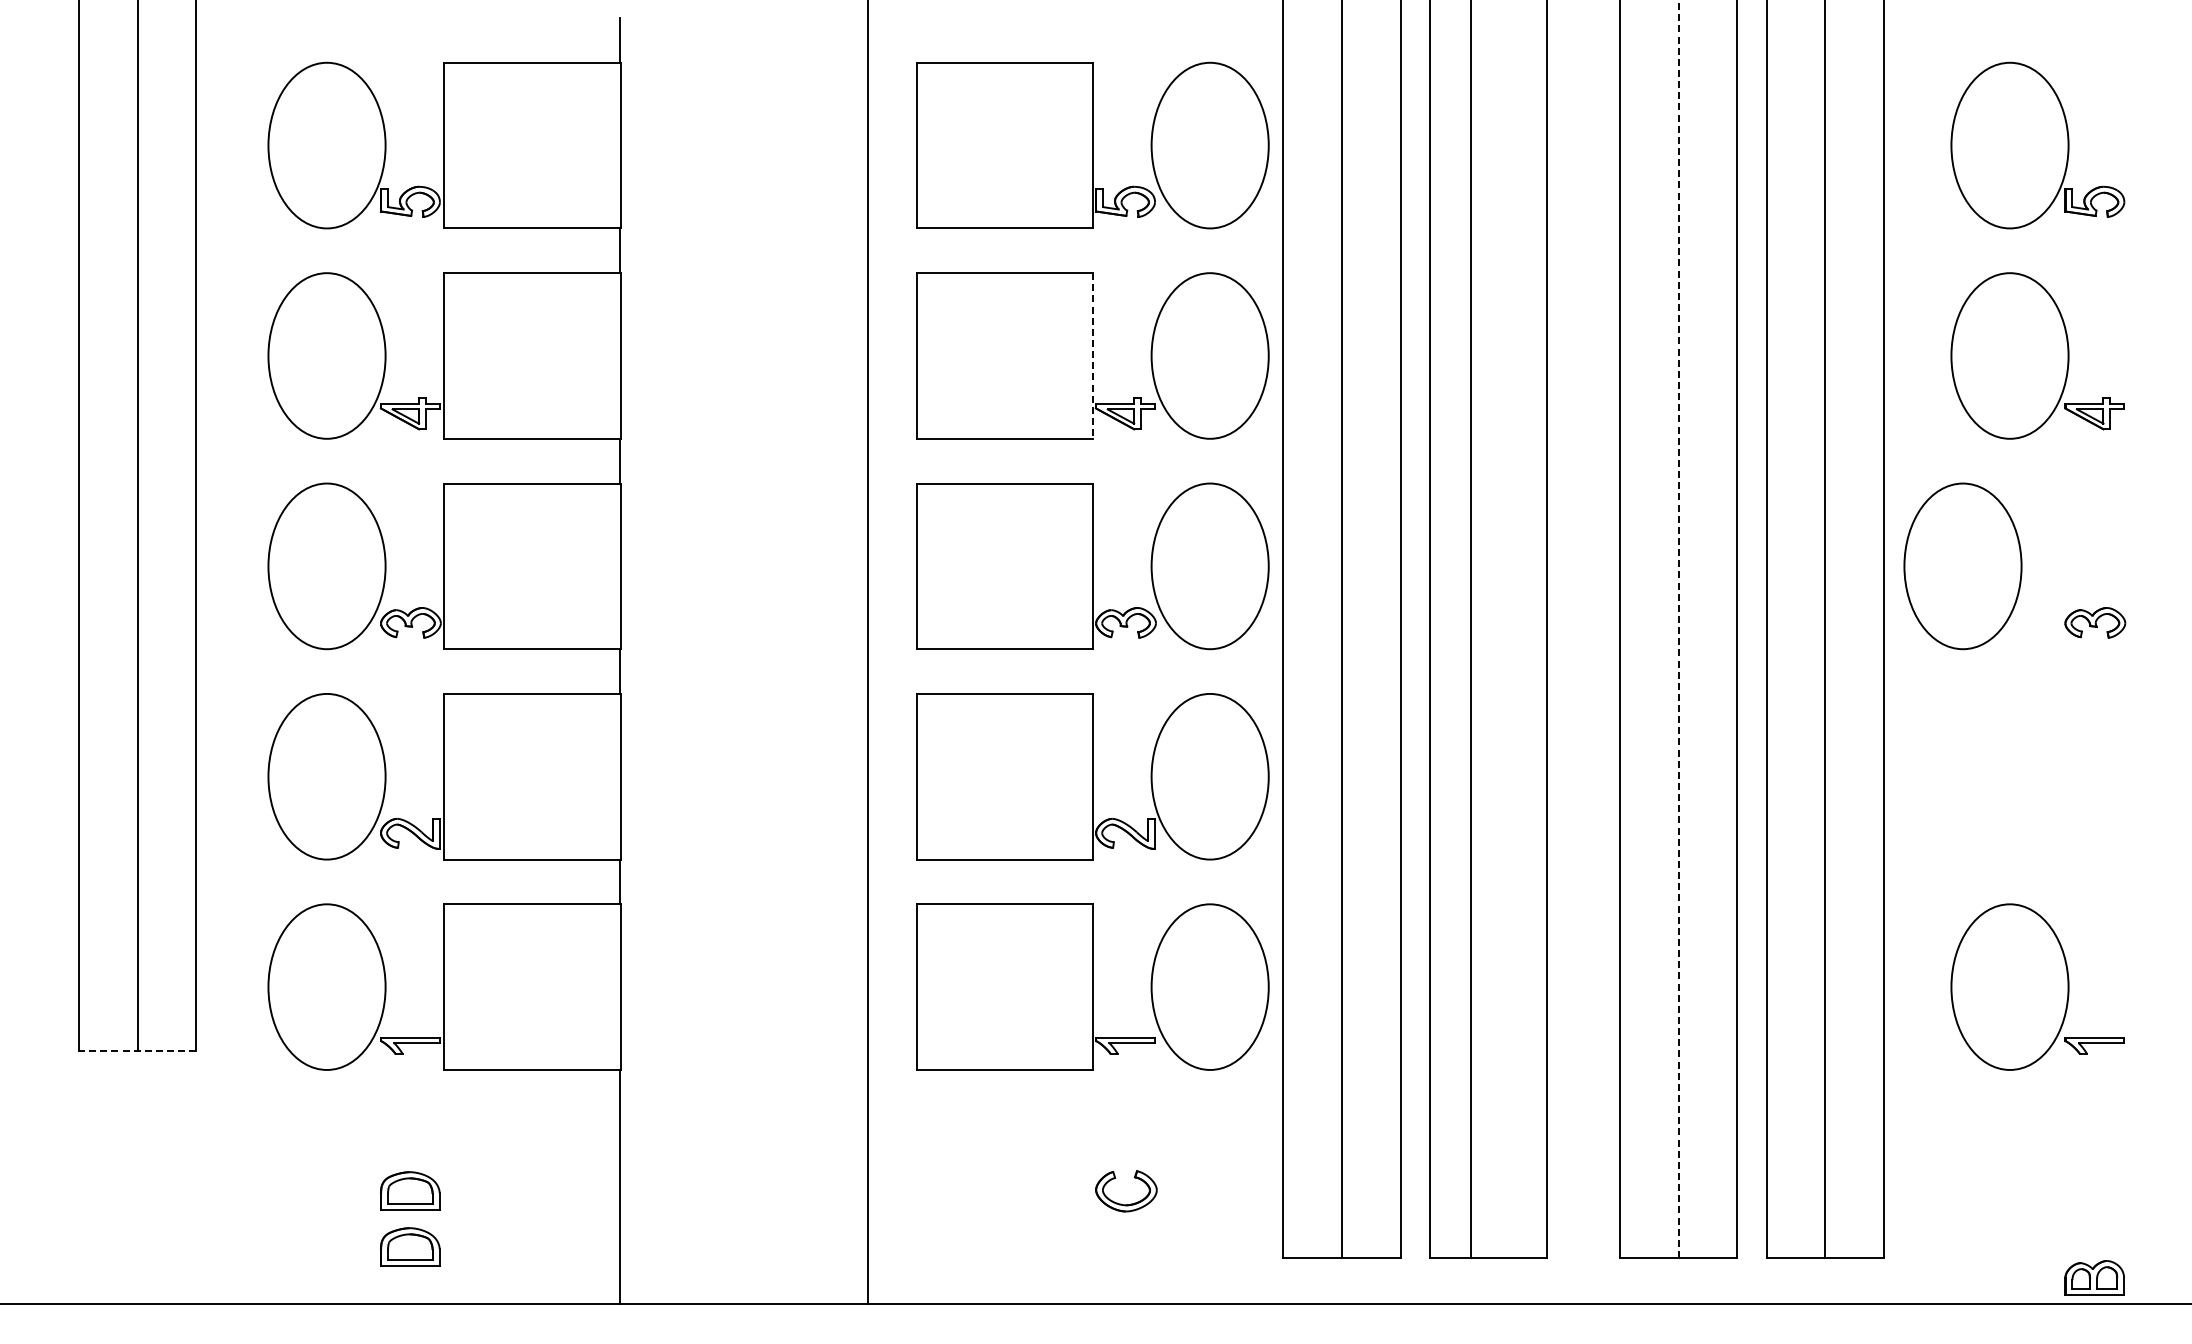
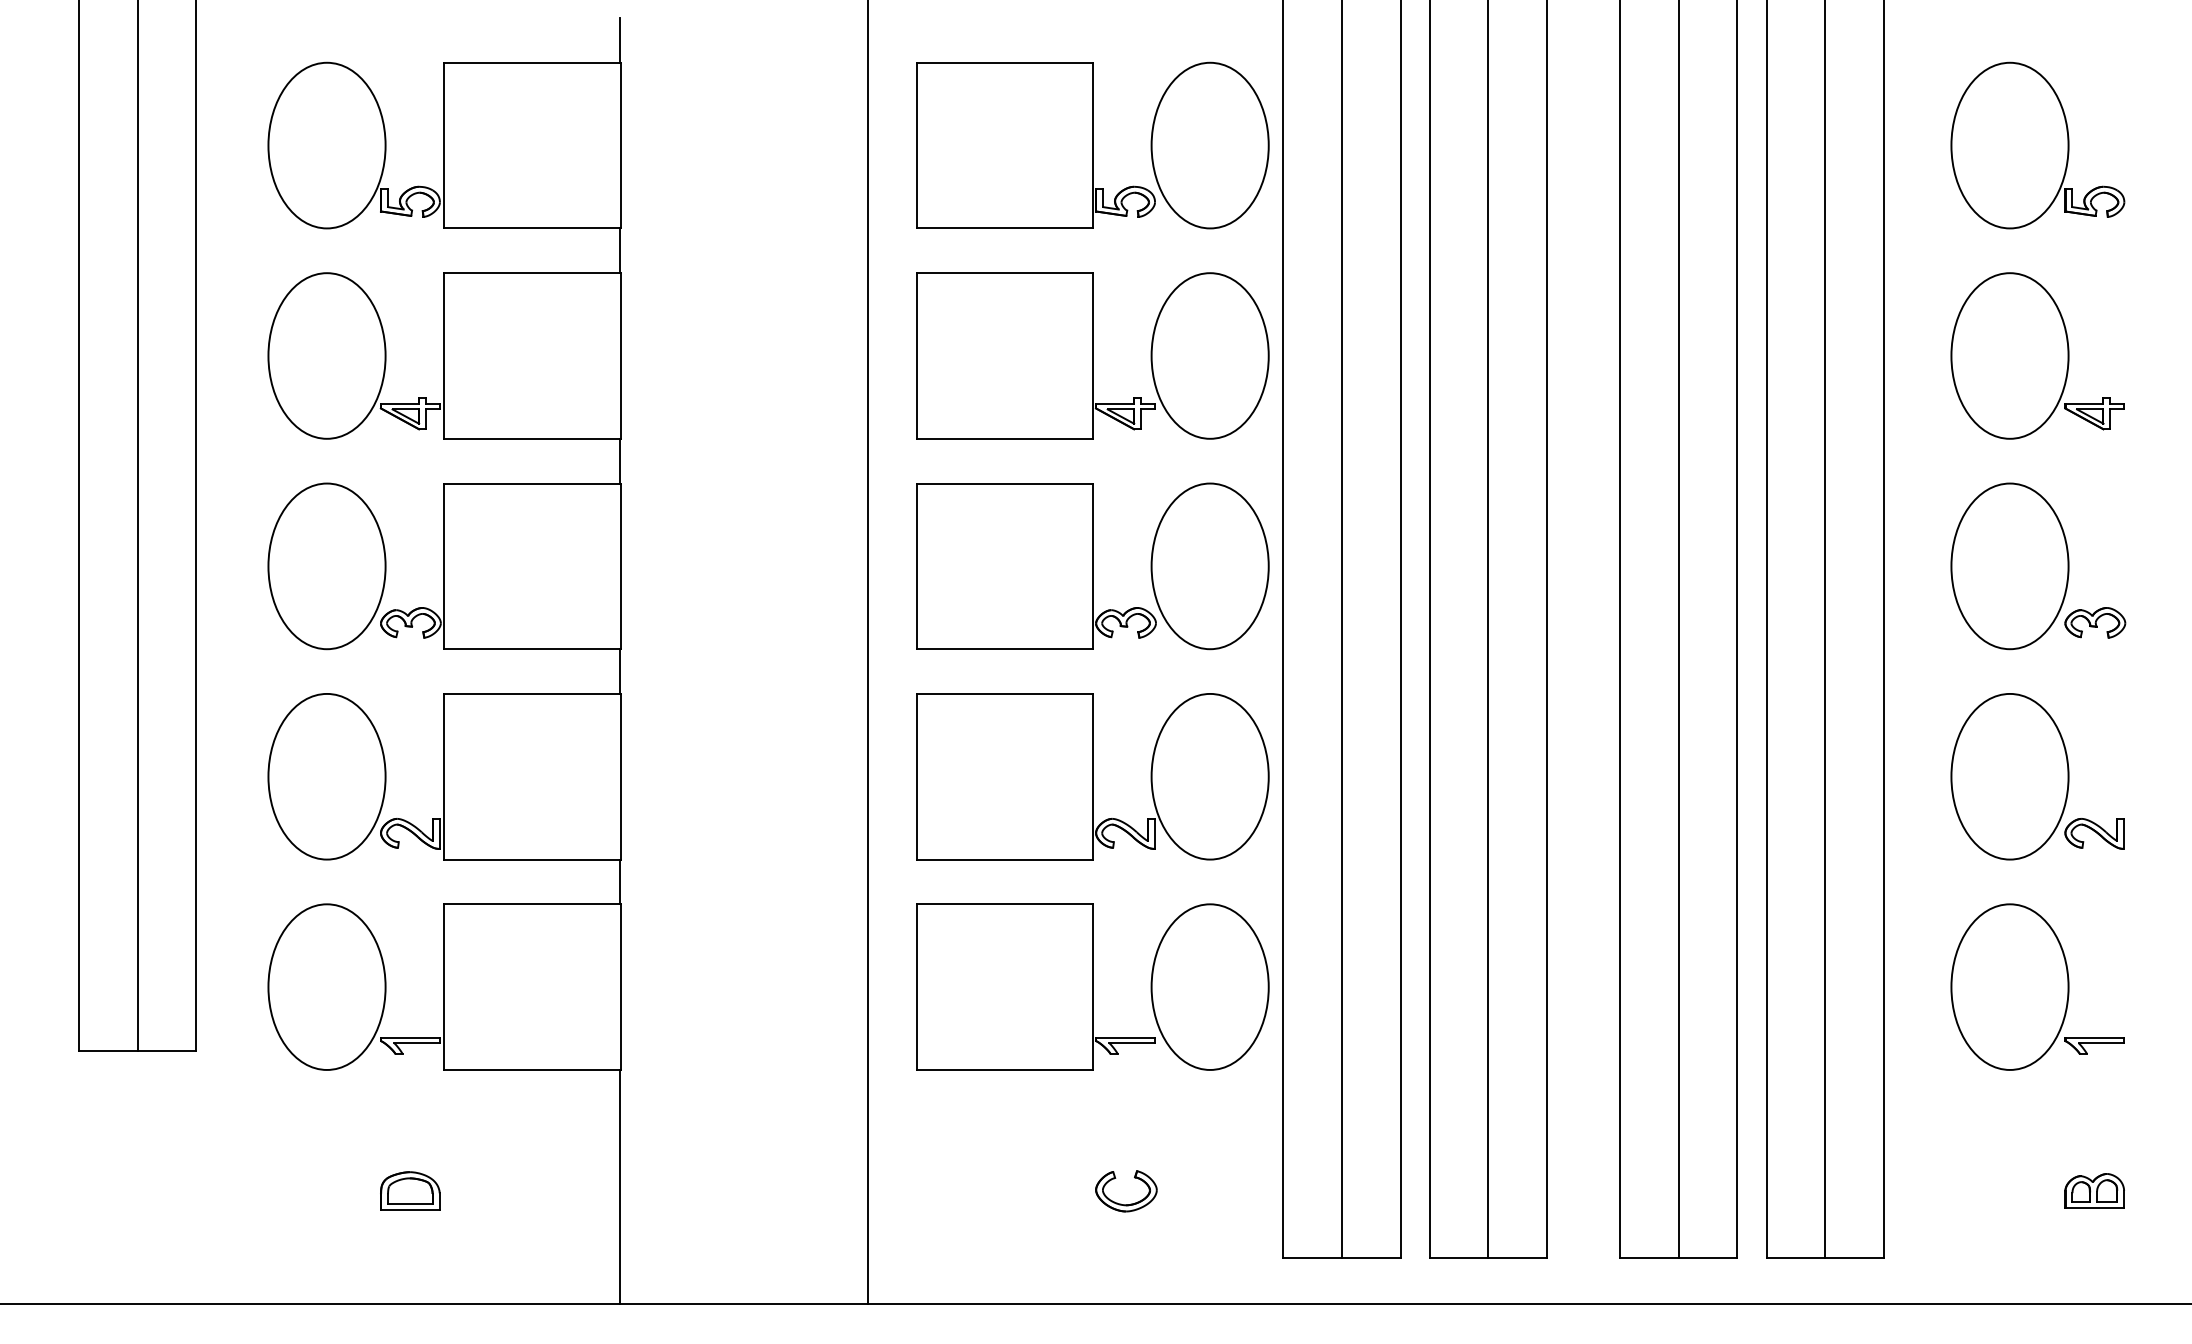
line at (1093, 356): dashed -> solid
part at (1962, 566) position: (1962, 566) -> (2009, 566)
line at (1471, 629) position: (1471, 629) -> (1488, 629)
line at (1678, 629): dashed -> solid
part at (2037, 776): none -> present
line at (137, 1050): dashed -> solid
part at (410, 1246): present -> none
part at (2094, 1277) position: (2094, 1277) -> (2094, 1190)
